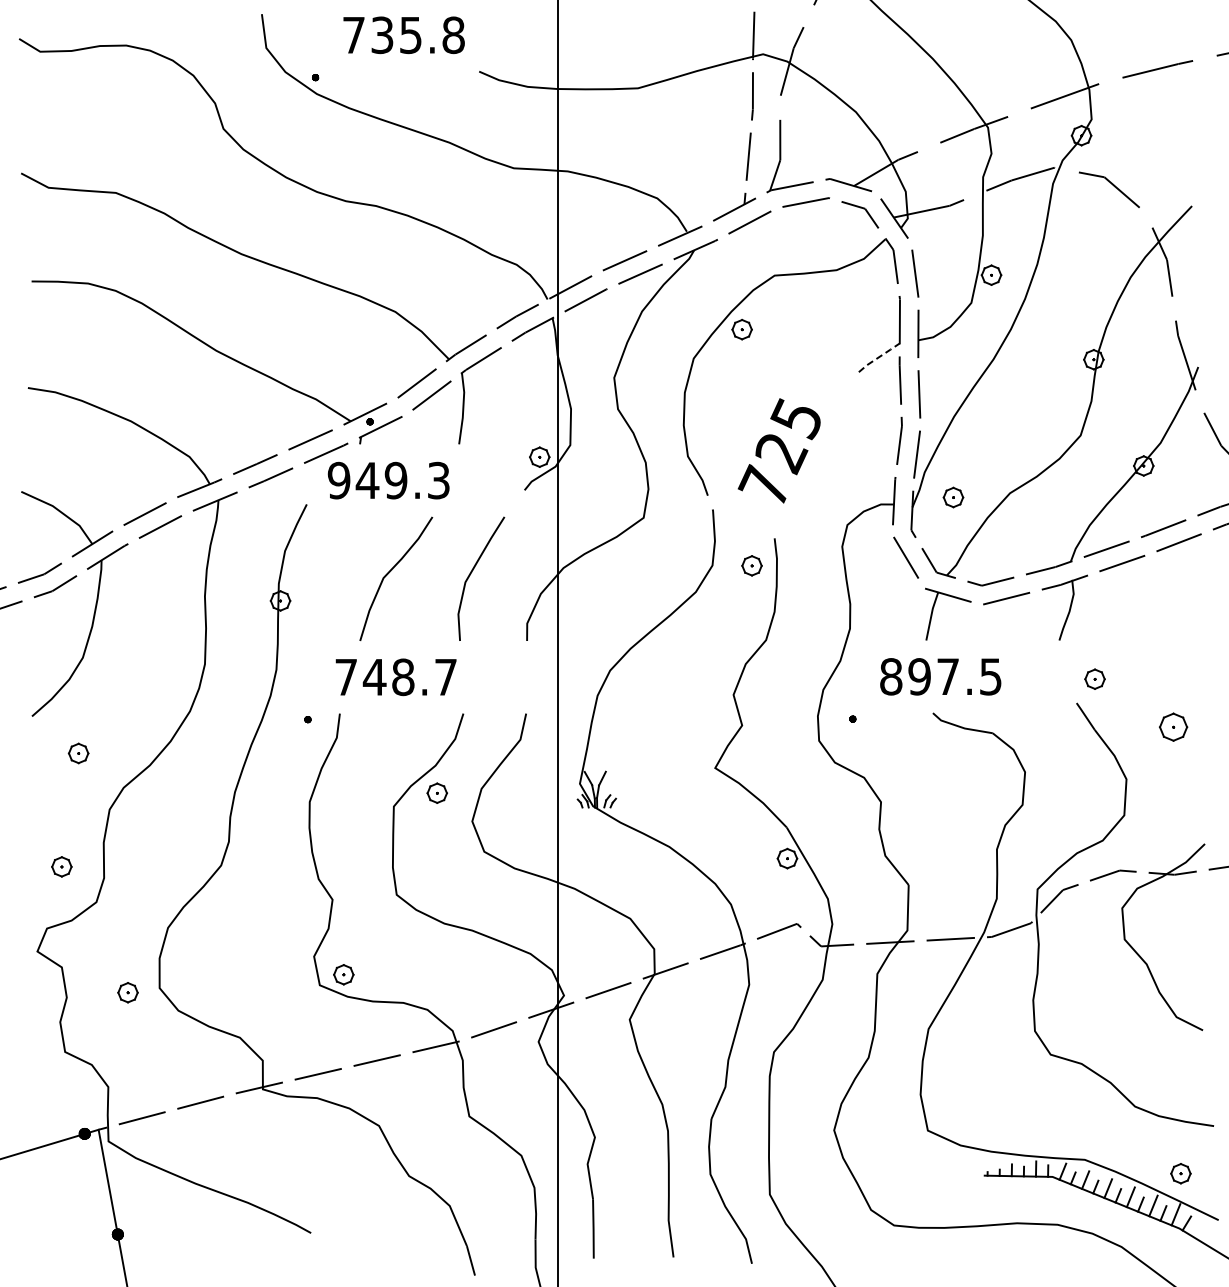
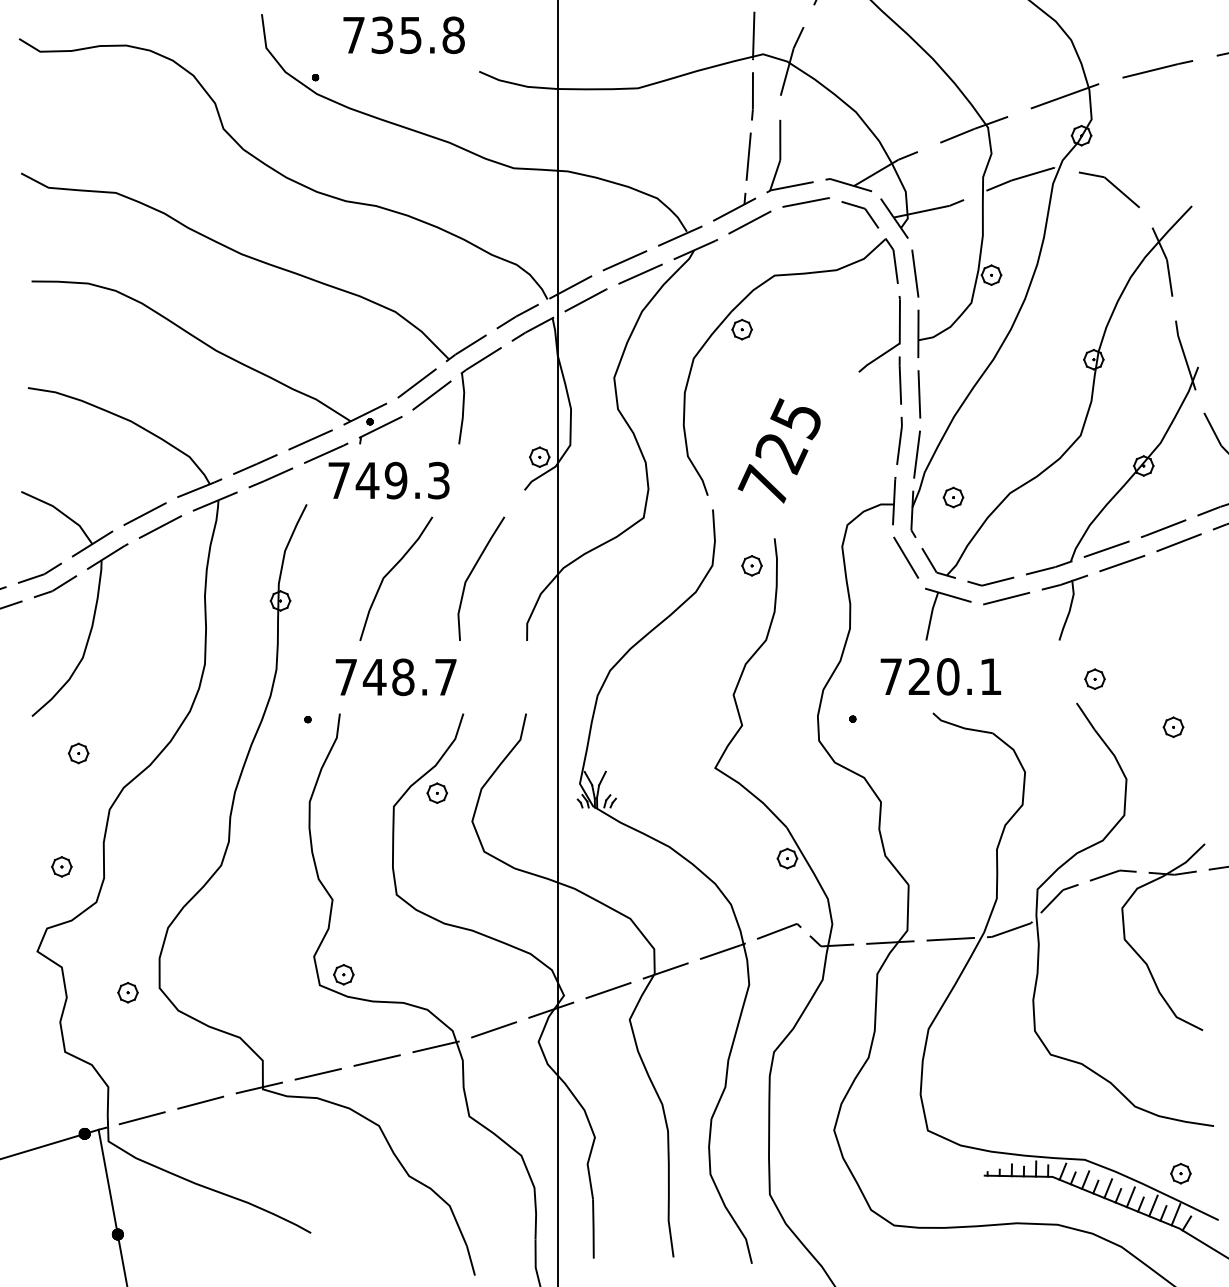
line at (879, 357): dashed -> solid
text at (338, 480): 949.3 -> 749.3
text at (940, 676): 897.5 -> 720.1
part at (1173, 726) size: 30x30 px -> 23x23 px
